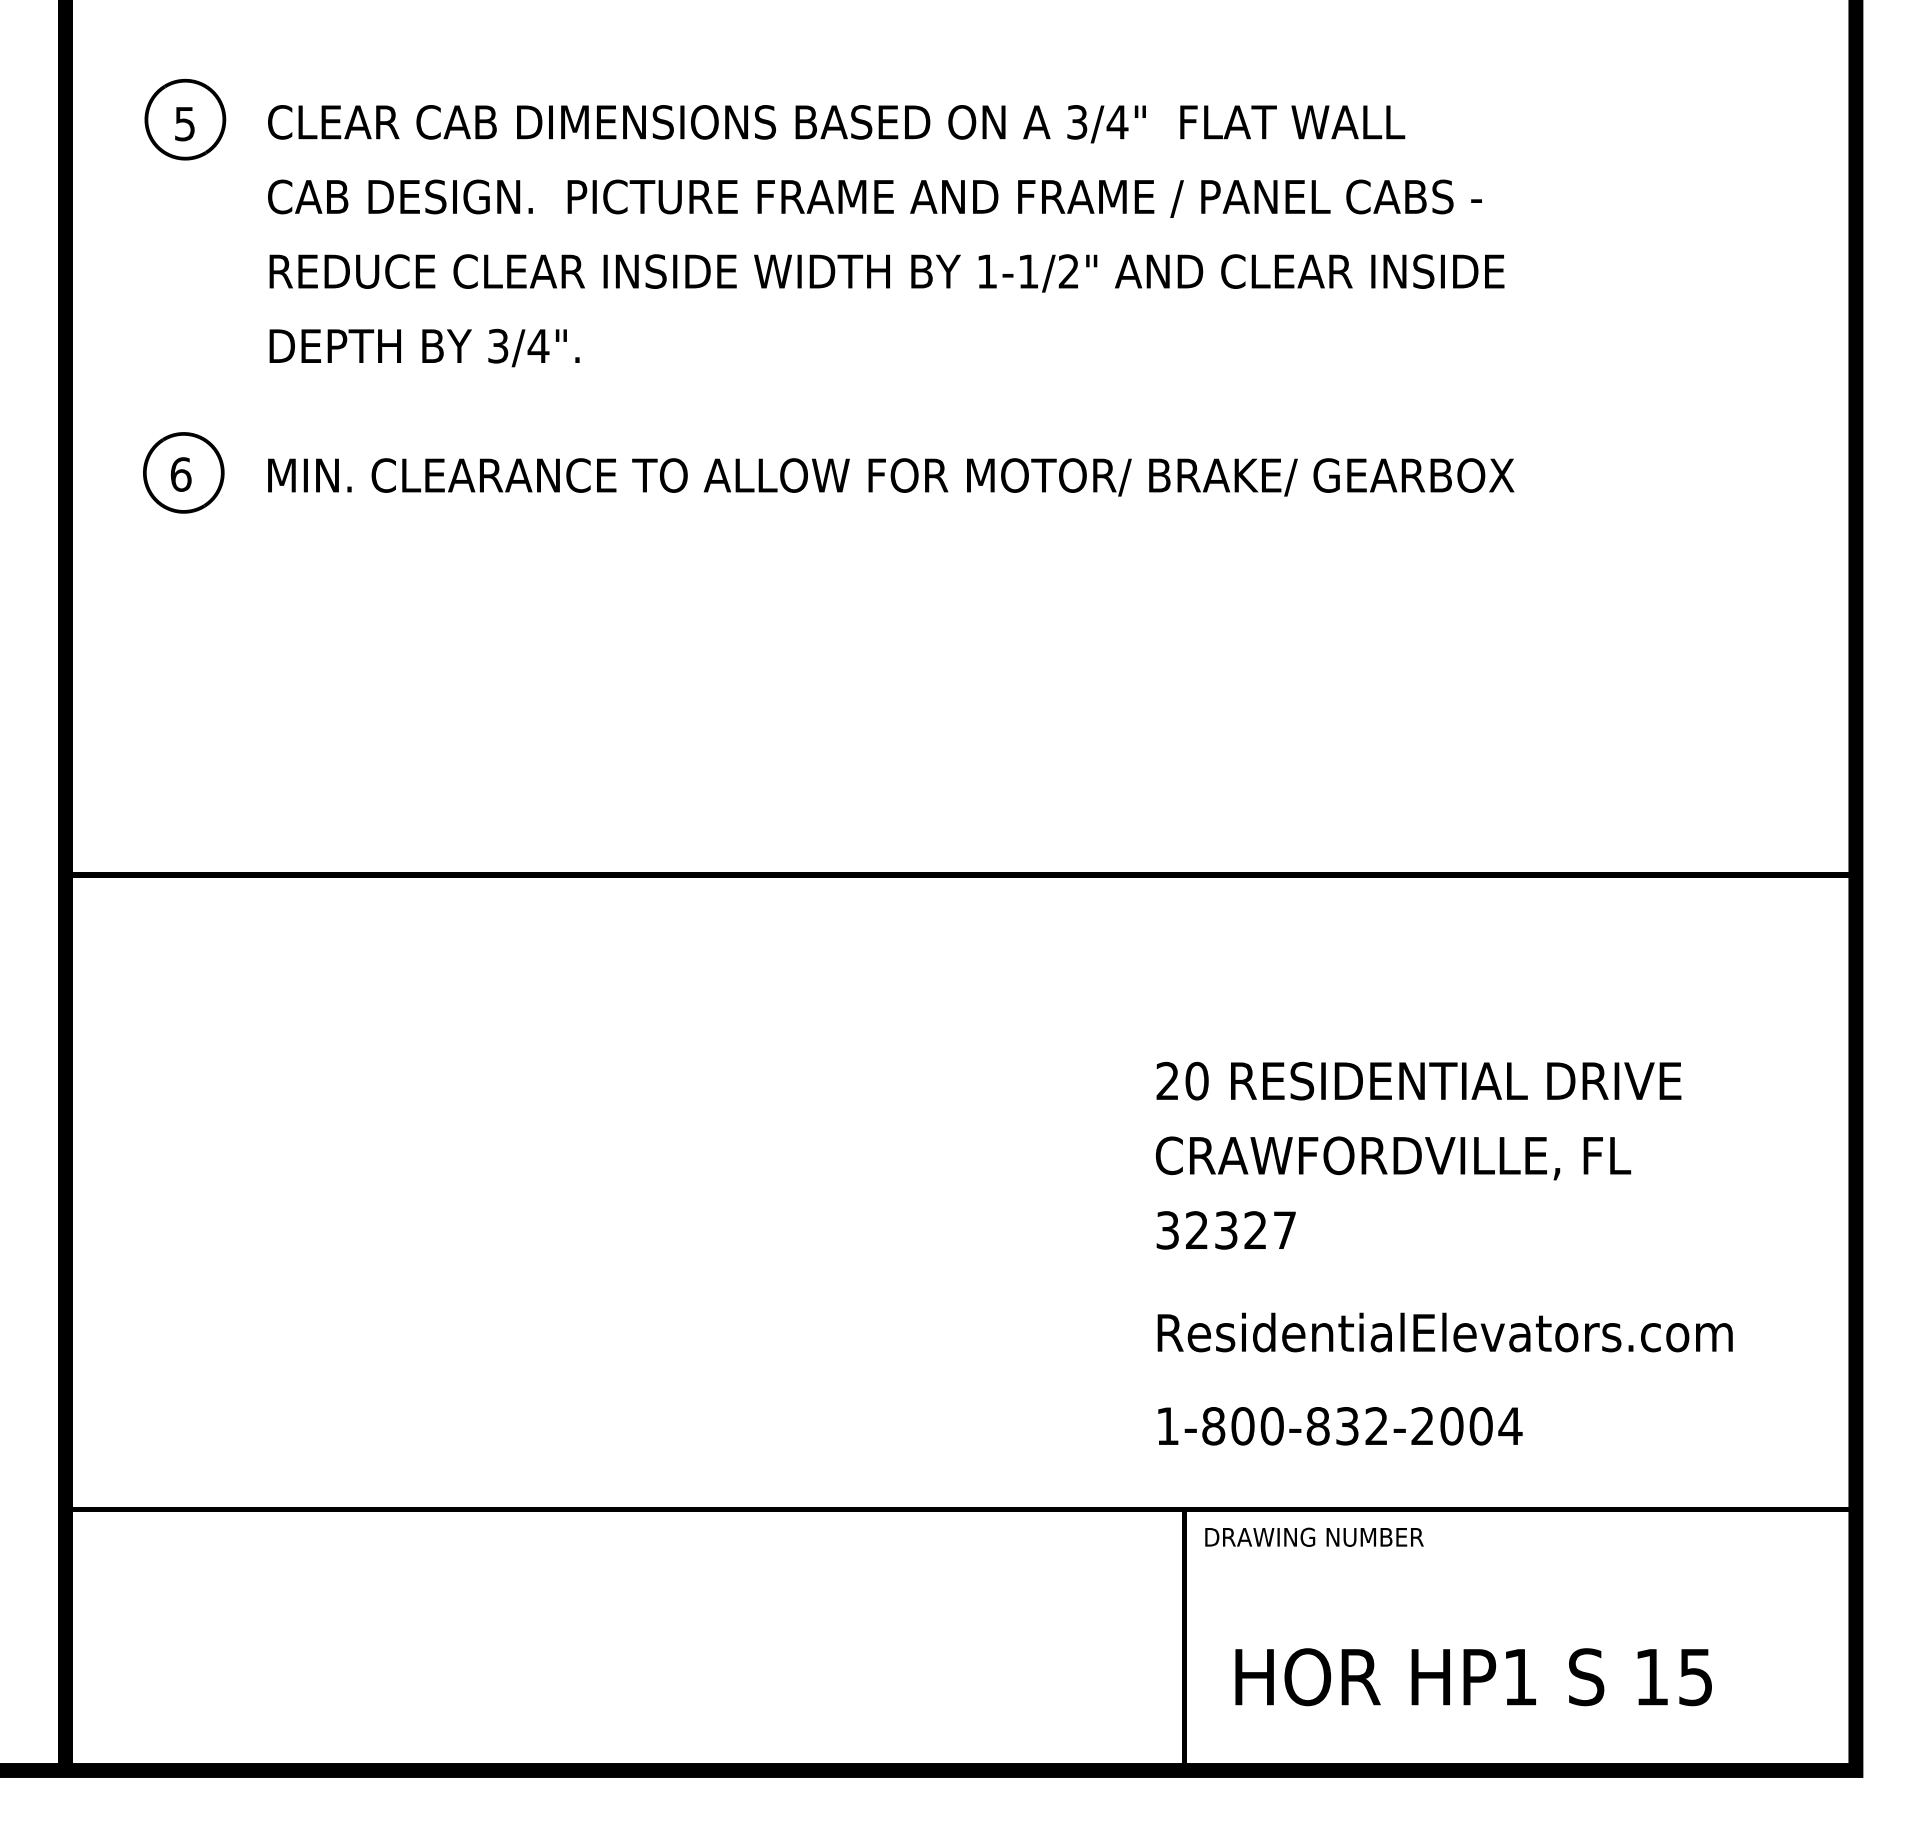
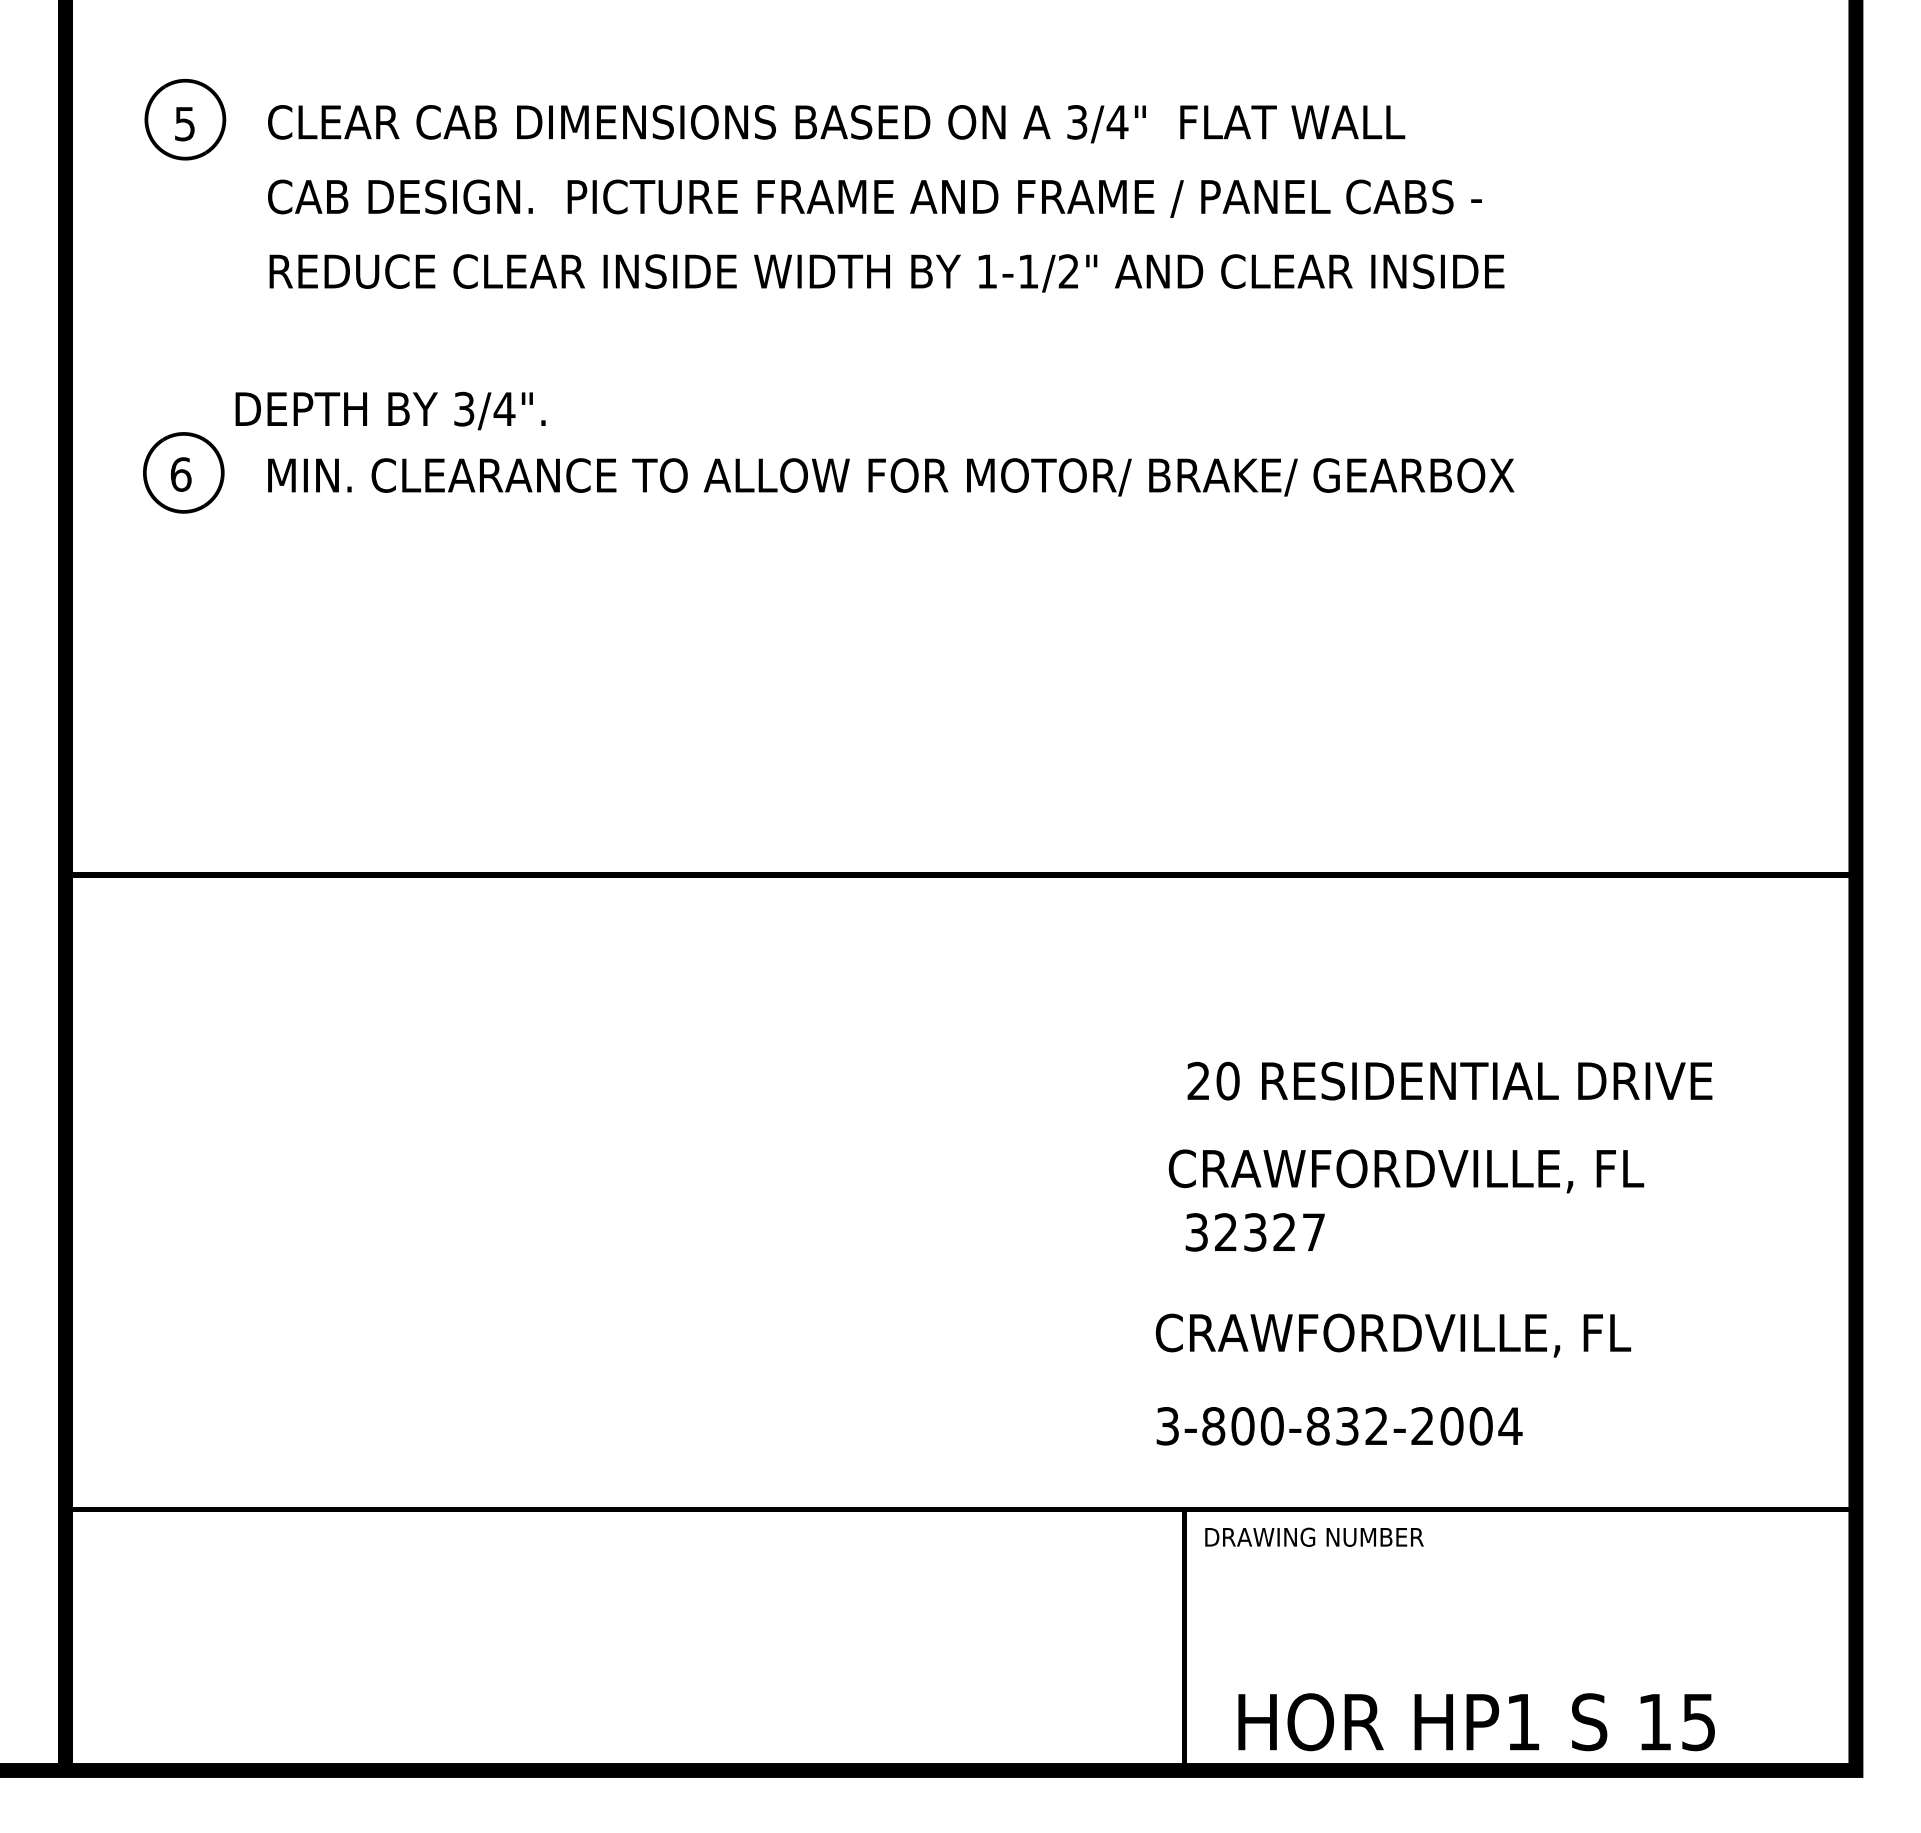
text at (424, 347) position: (424, 347) -> (390, 410)
text at (1418, 1080) position: (1418, 1080) -> (1449, 1080)
text at (1393, 1158) position: (1393, 1158) -> (1406, 1171)
text at (1225, 1230) position: (1225, 1230) -> (1254, 1232)
text at (1443, 1334): ResidentialElevators.com -> CRAWFORDVILLE, FL
text at (1167, 1426): 1-800-832-2004 -> 3-800-832-2004
text at (1473, 1677) position: (1473, 1677) -> (1476, 1722)
